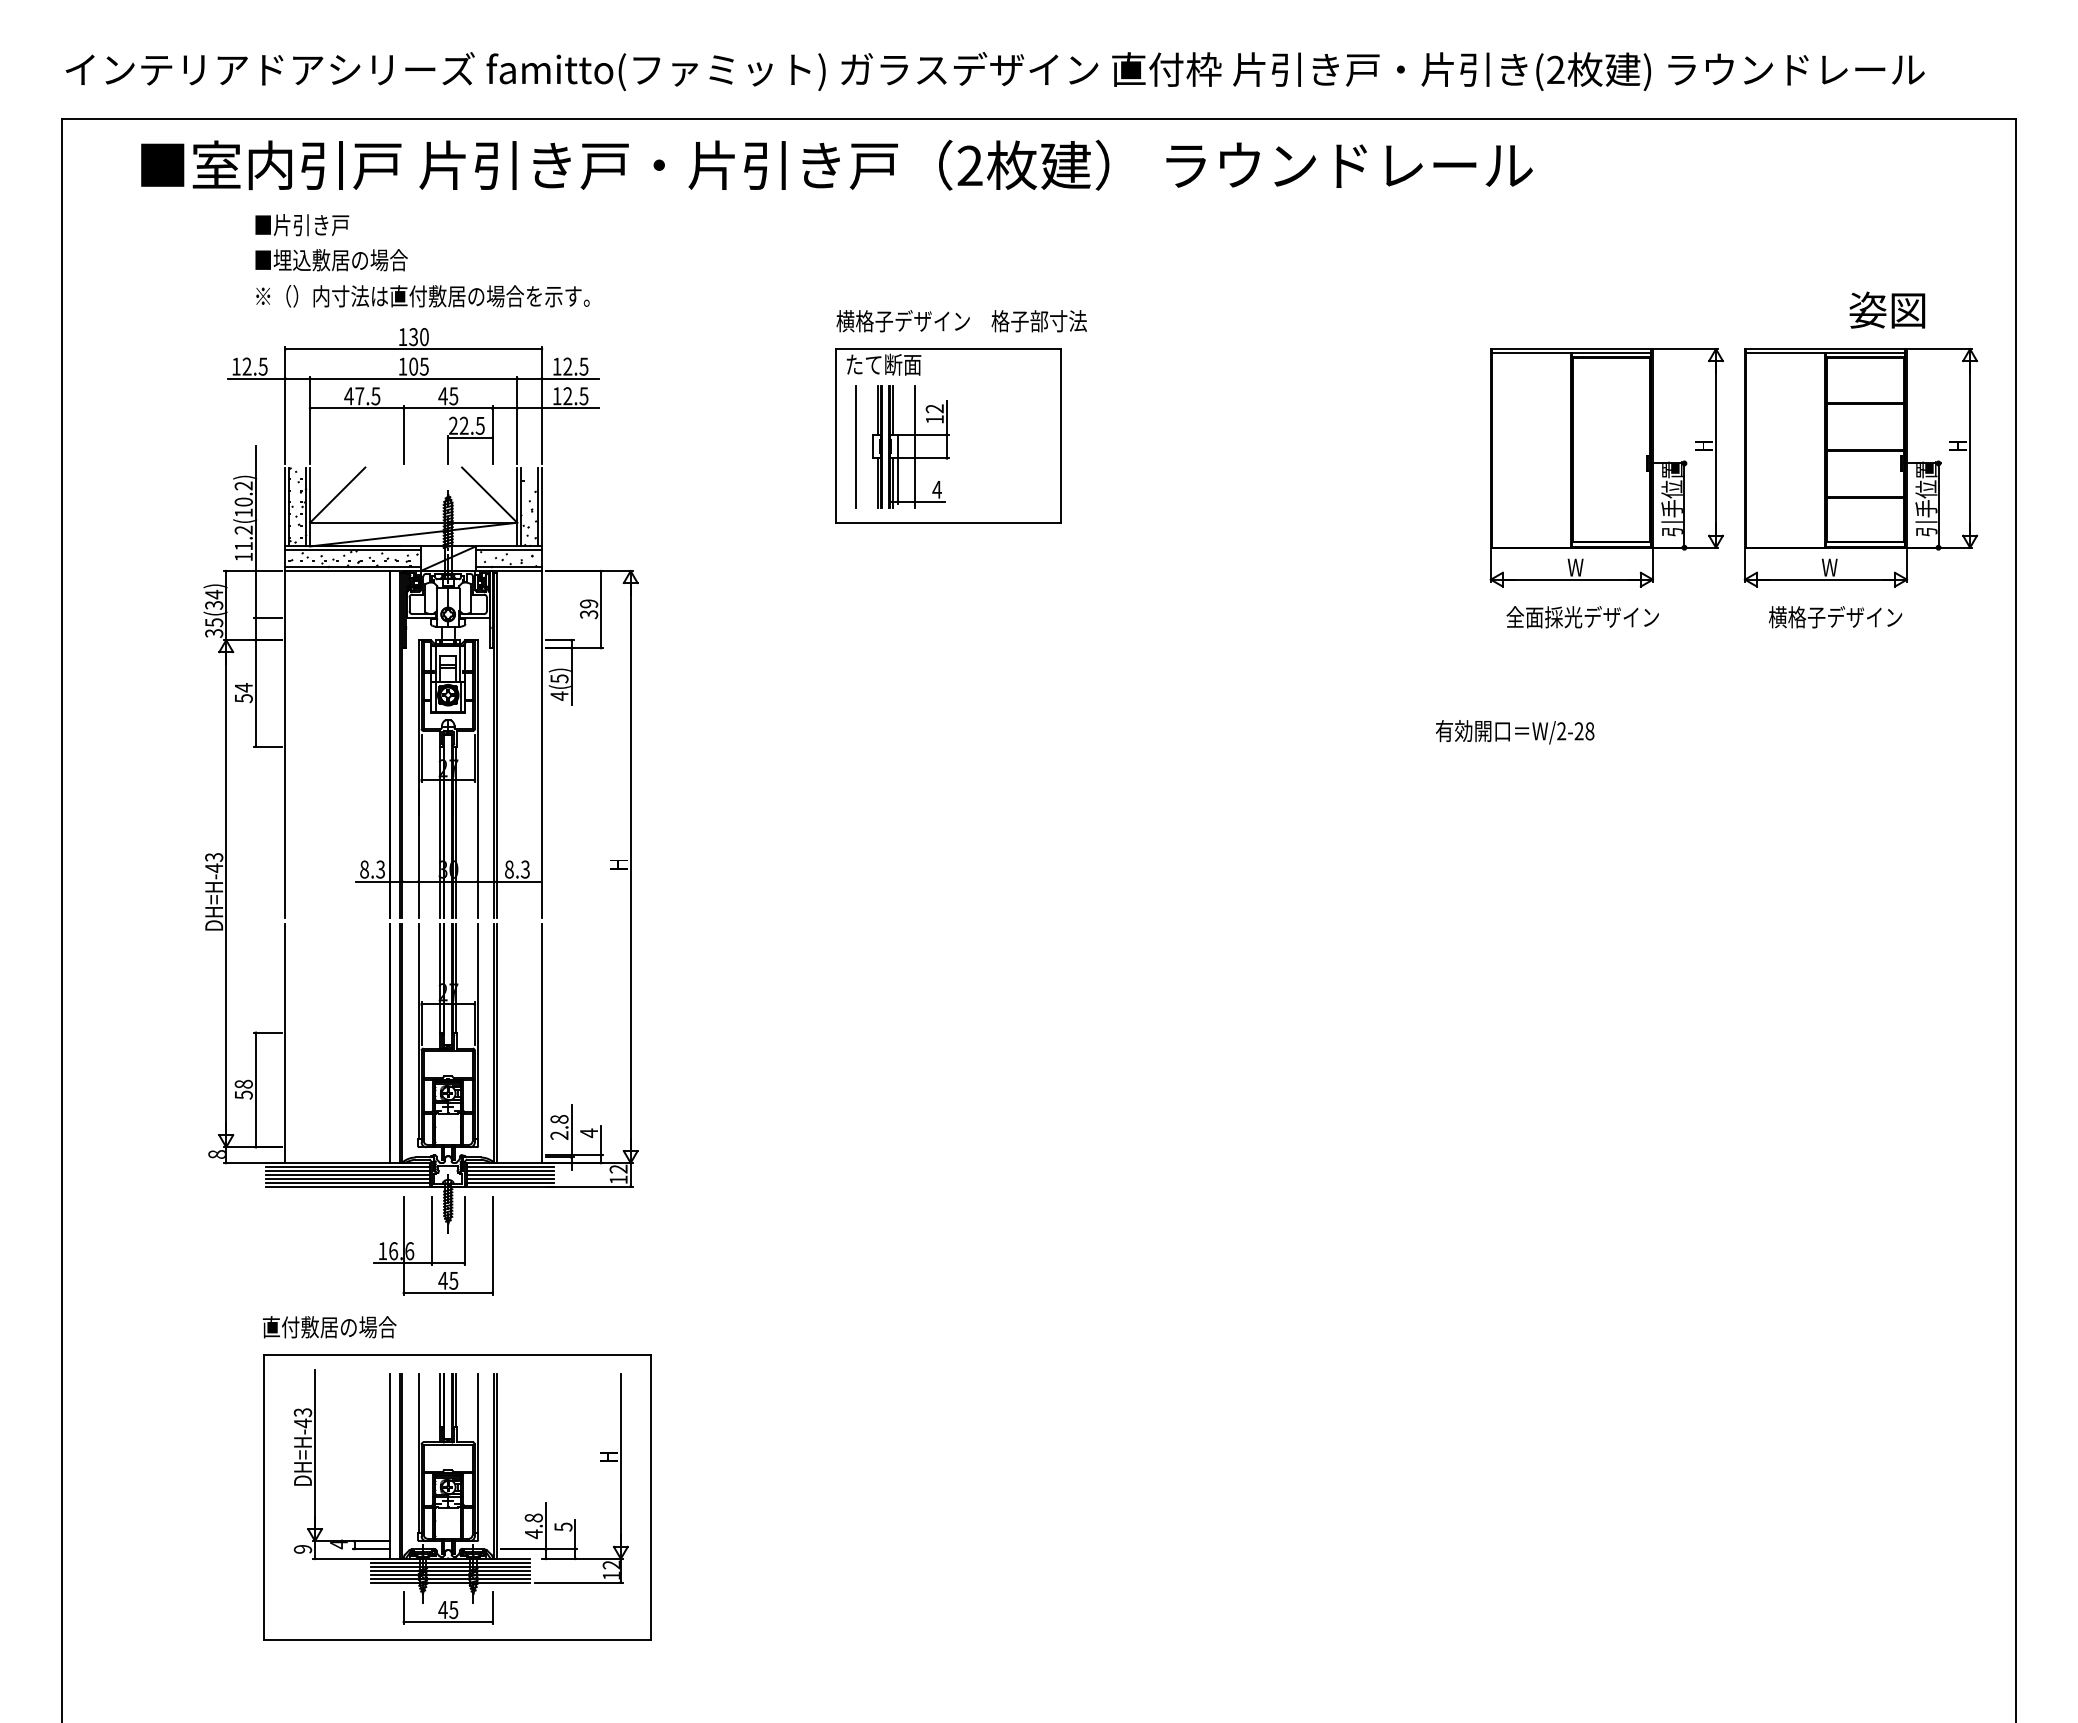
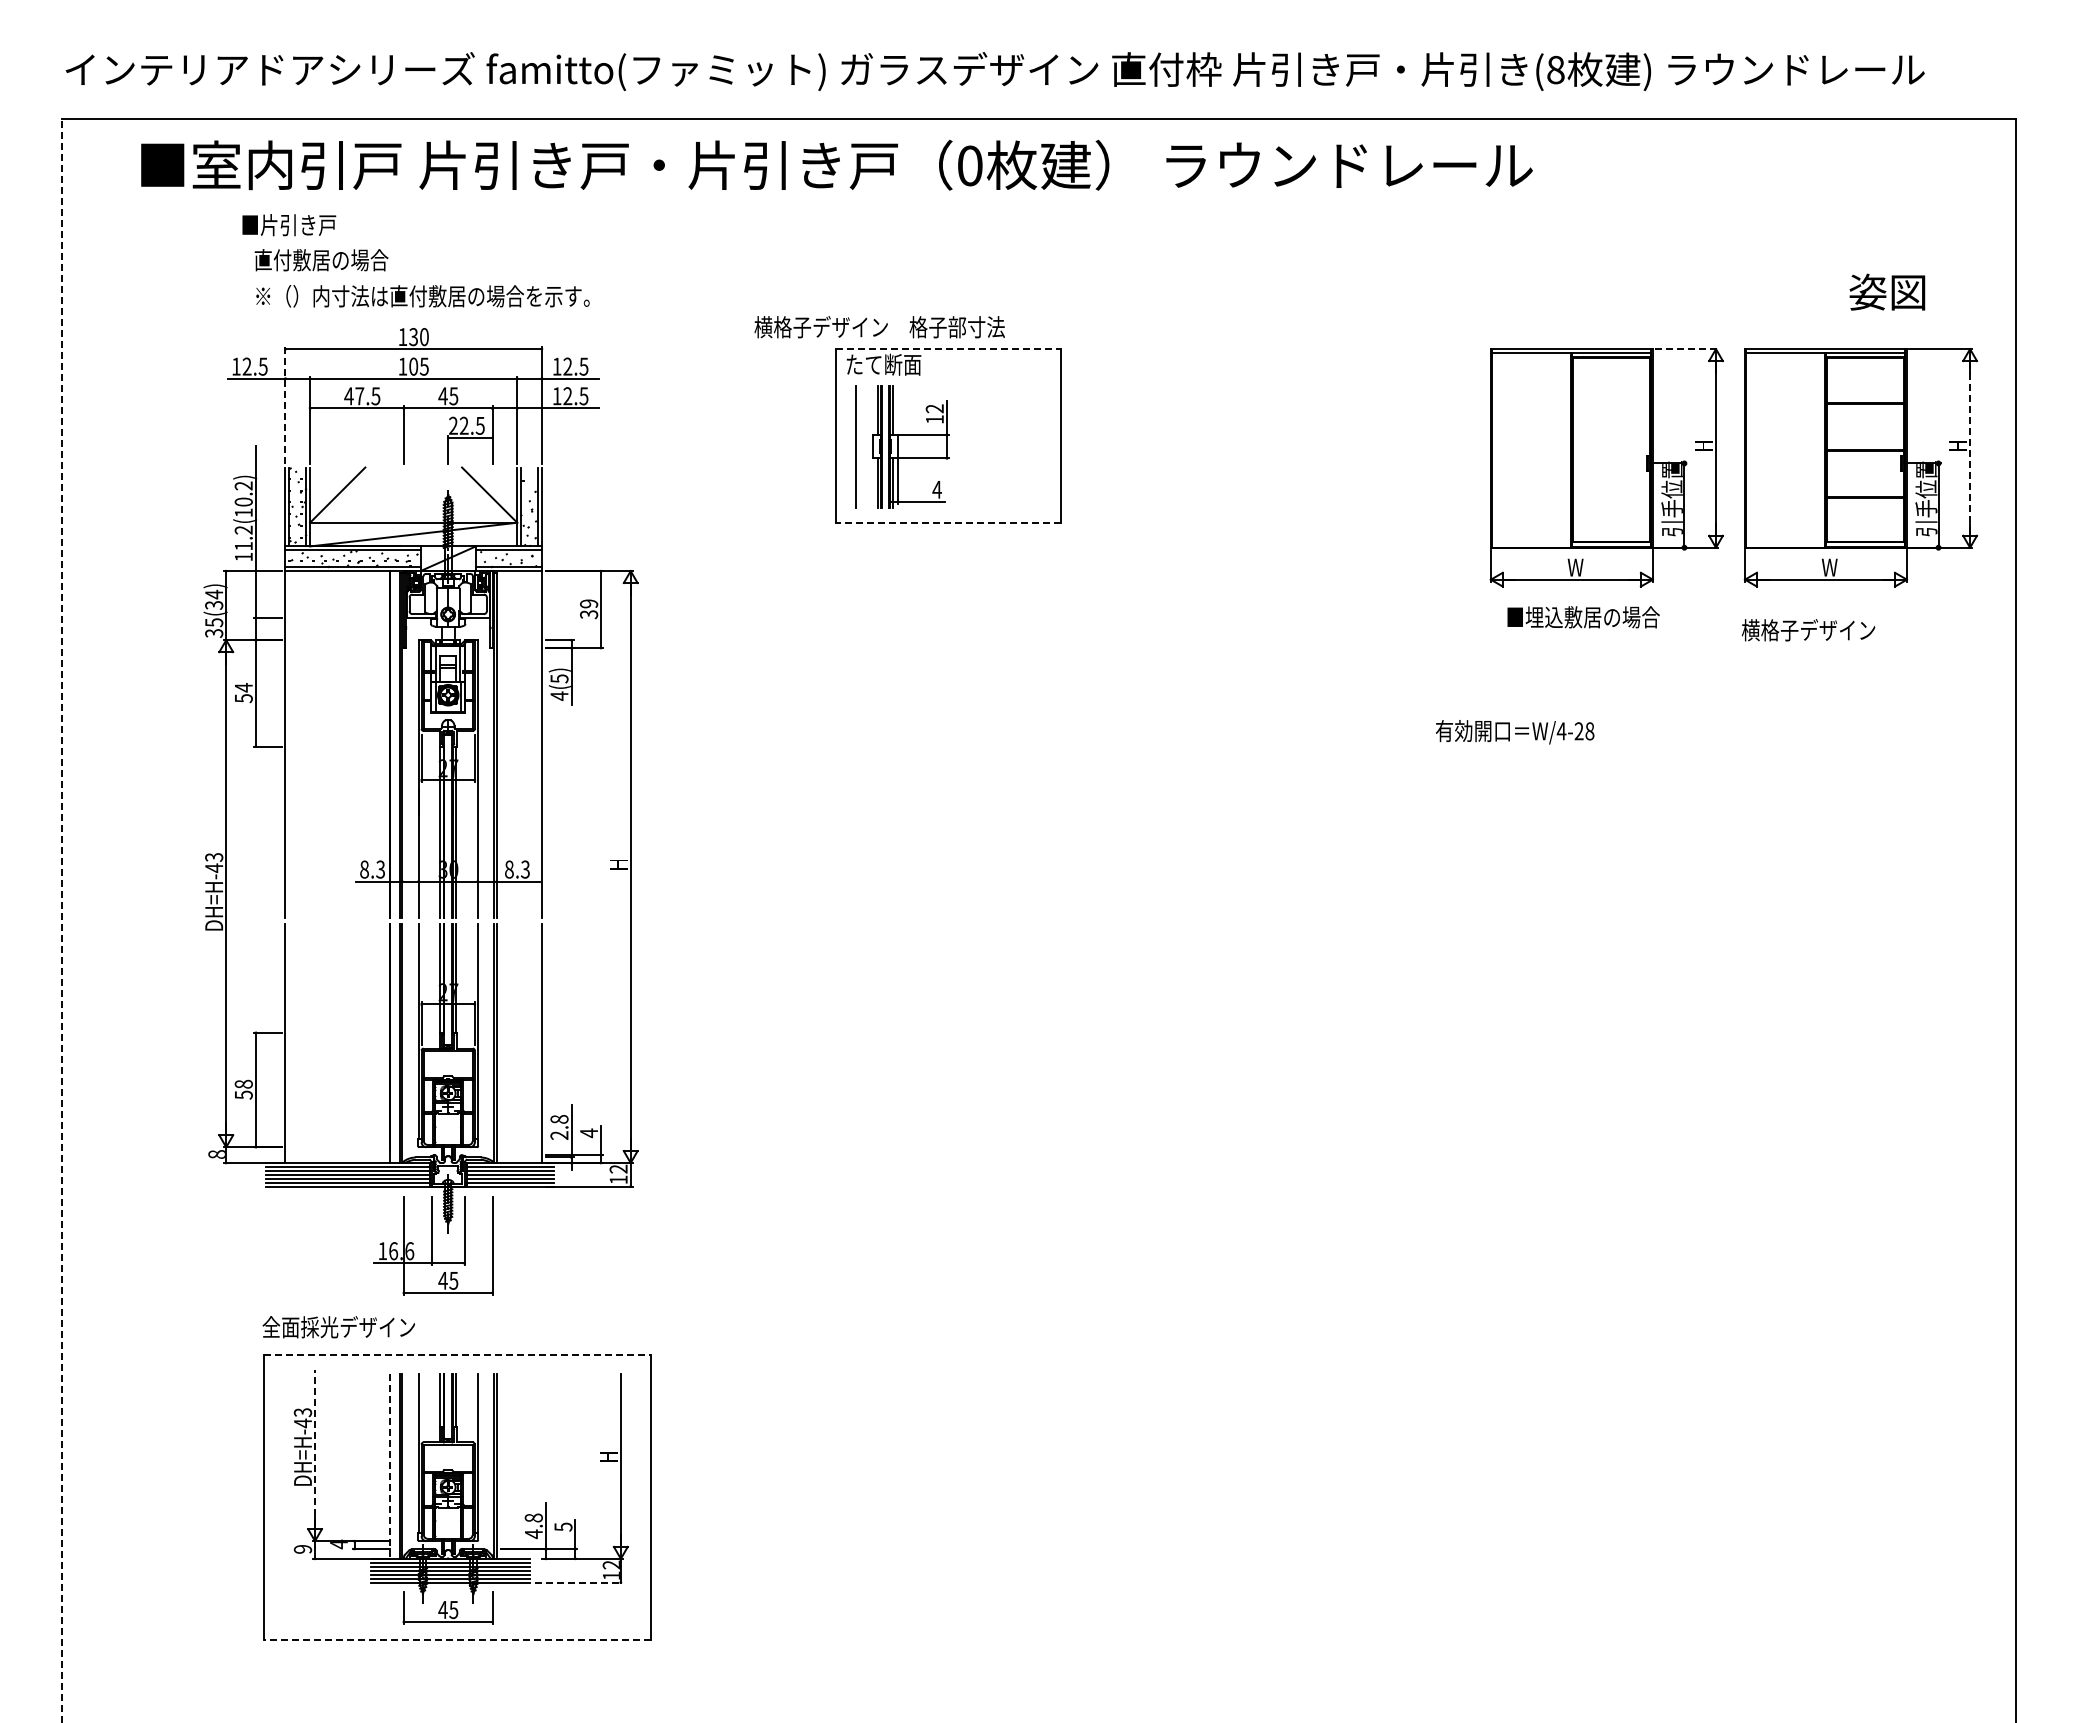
text at (1555, 69): (2 -> (8
text at (969, 165): 2 -> 0
text at (302, 225) position: (302, 225) -> (289, 225)
text at (330, 260): ■埋込敷居の場合 -> 直付敷居の場合
text at (1887, 309) position: (1887, 309) -> (1887, 291)
text at (961, 321) position: (961, 321) -> (879, 327)
line at (948, 349): solid -> dashed
line at (1686, 349): solid -> dashed
line at (285, 404): solid -> dashed
line at (915, 446): present -> none
line at (1970, 447): solid -> dashed
line at (948, 523): solid -> dashed
text at (1582, 617): 全面採光デザイン -> ■埋込敷居の場合
text at (1835, 617) position: (1835, 617) -> (1808, 630)
text at (1561, 731): W/2-28 -> W/4-28
line at (62, 920): solid -> dashed
text at (338, 1327): 直付敷居の場合 -> 全面採光デザイン
line at (457, 1355): solid -> dashed
line at (315, 1448): solid -> dashed
line at (390, 1466): solid -> dashed
line at (579, 1582): solid -> dashed
line at (456, 1639): solid -> dashed
